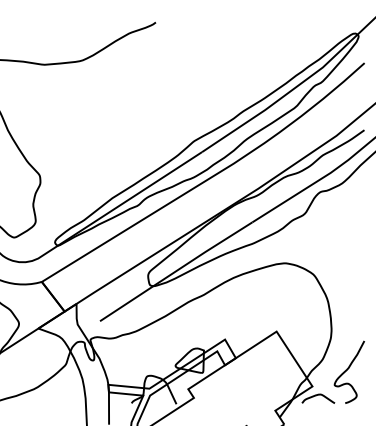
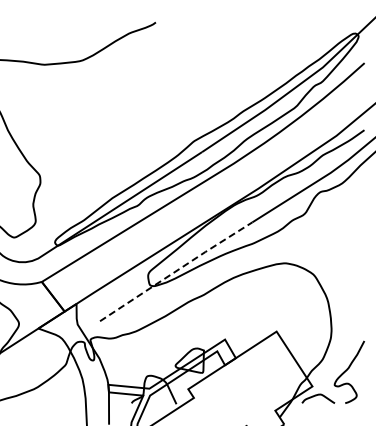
line at (176, 271): solid -> dashed
